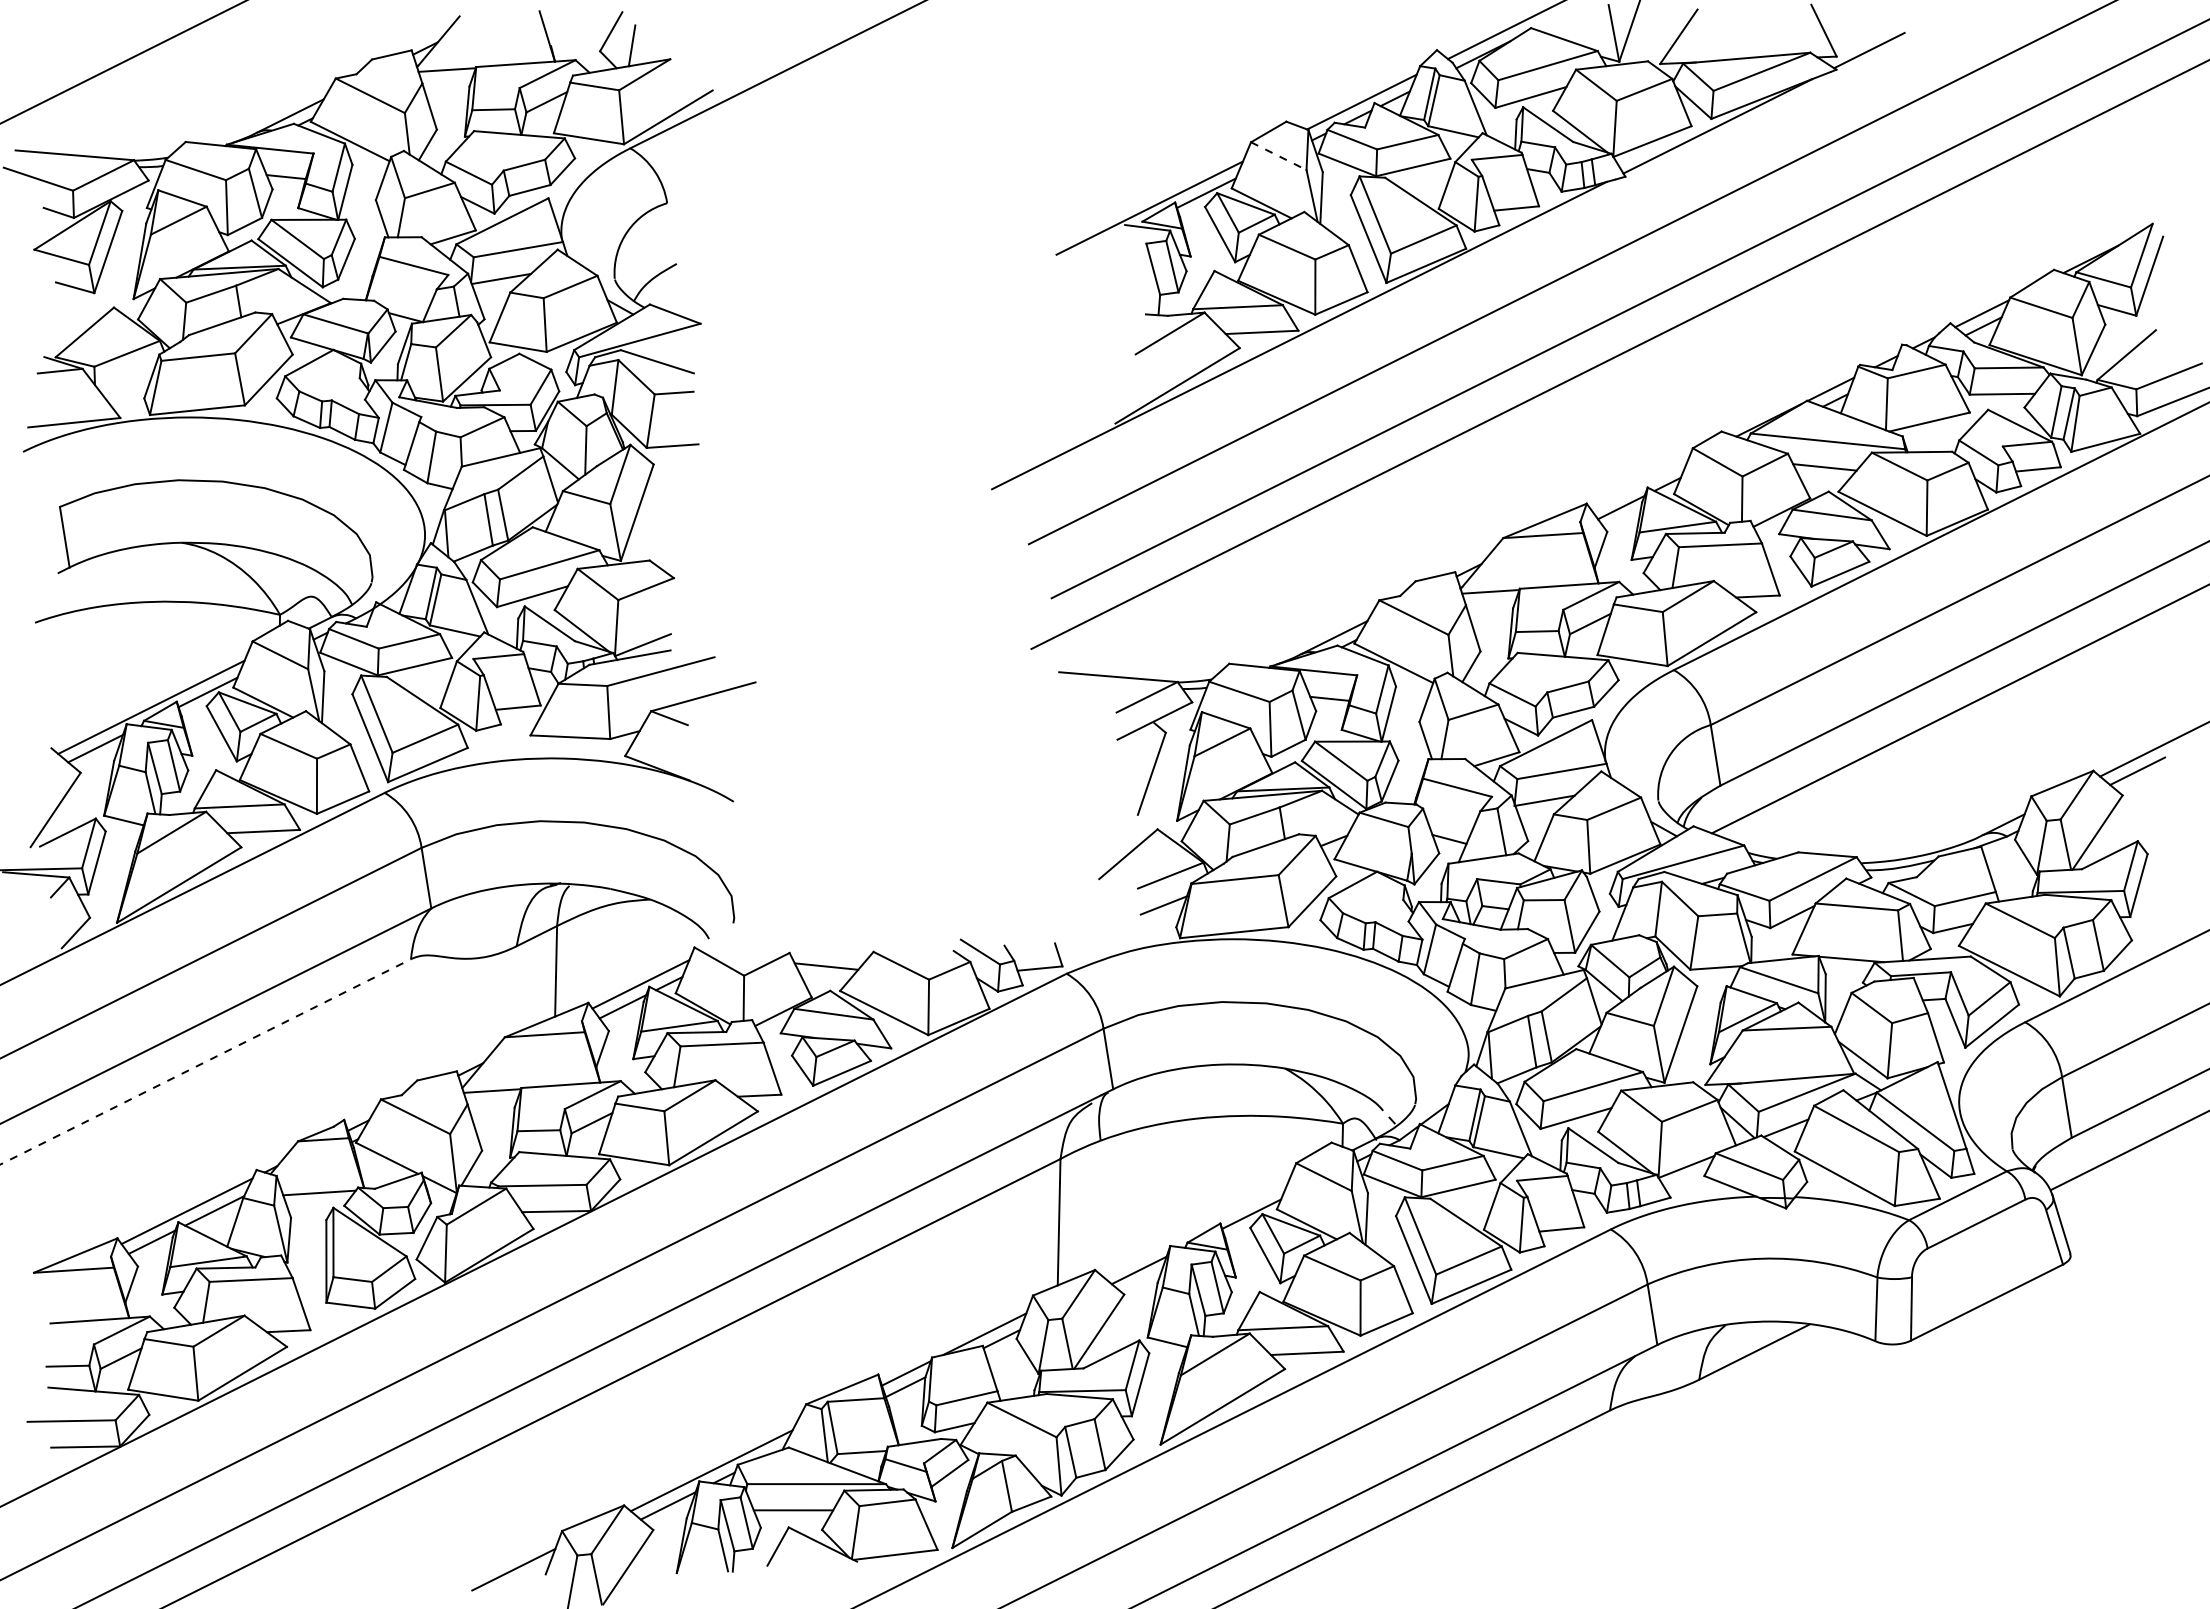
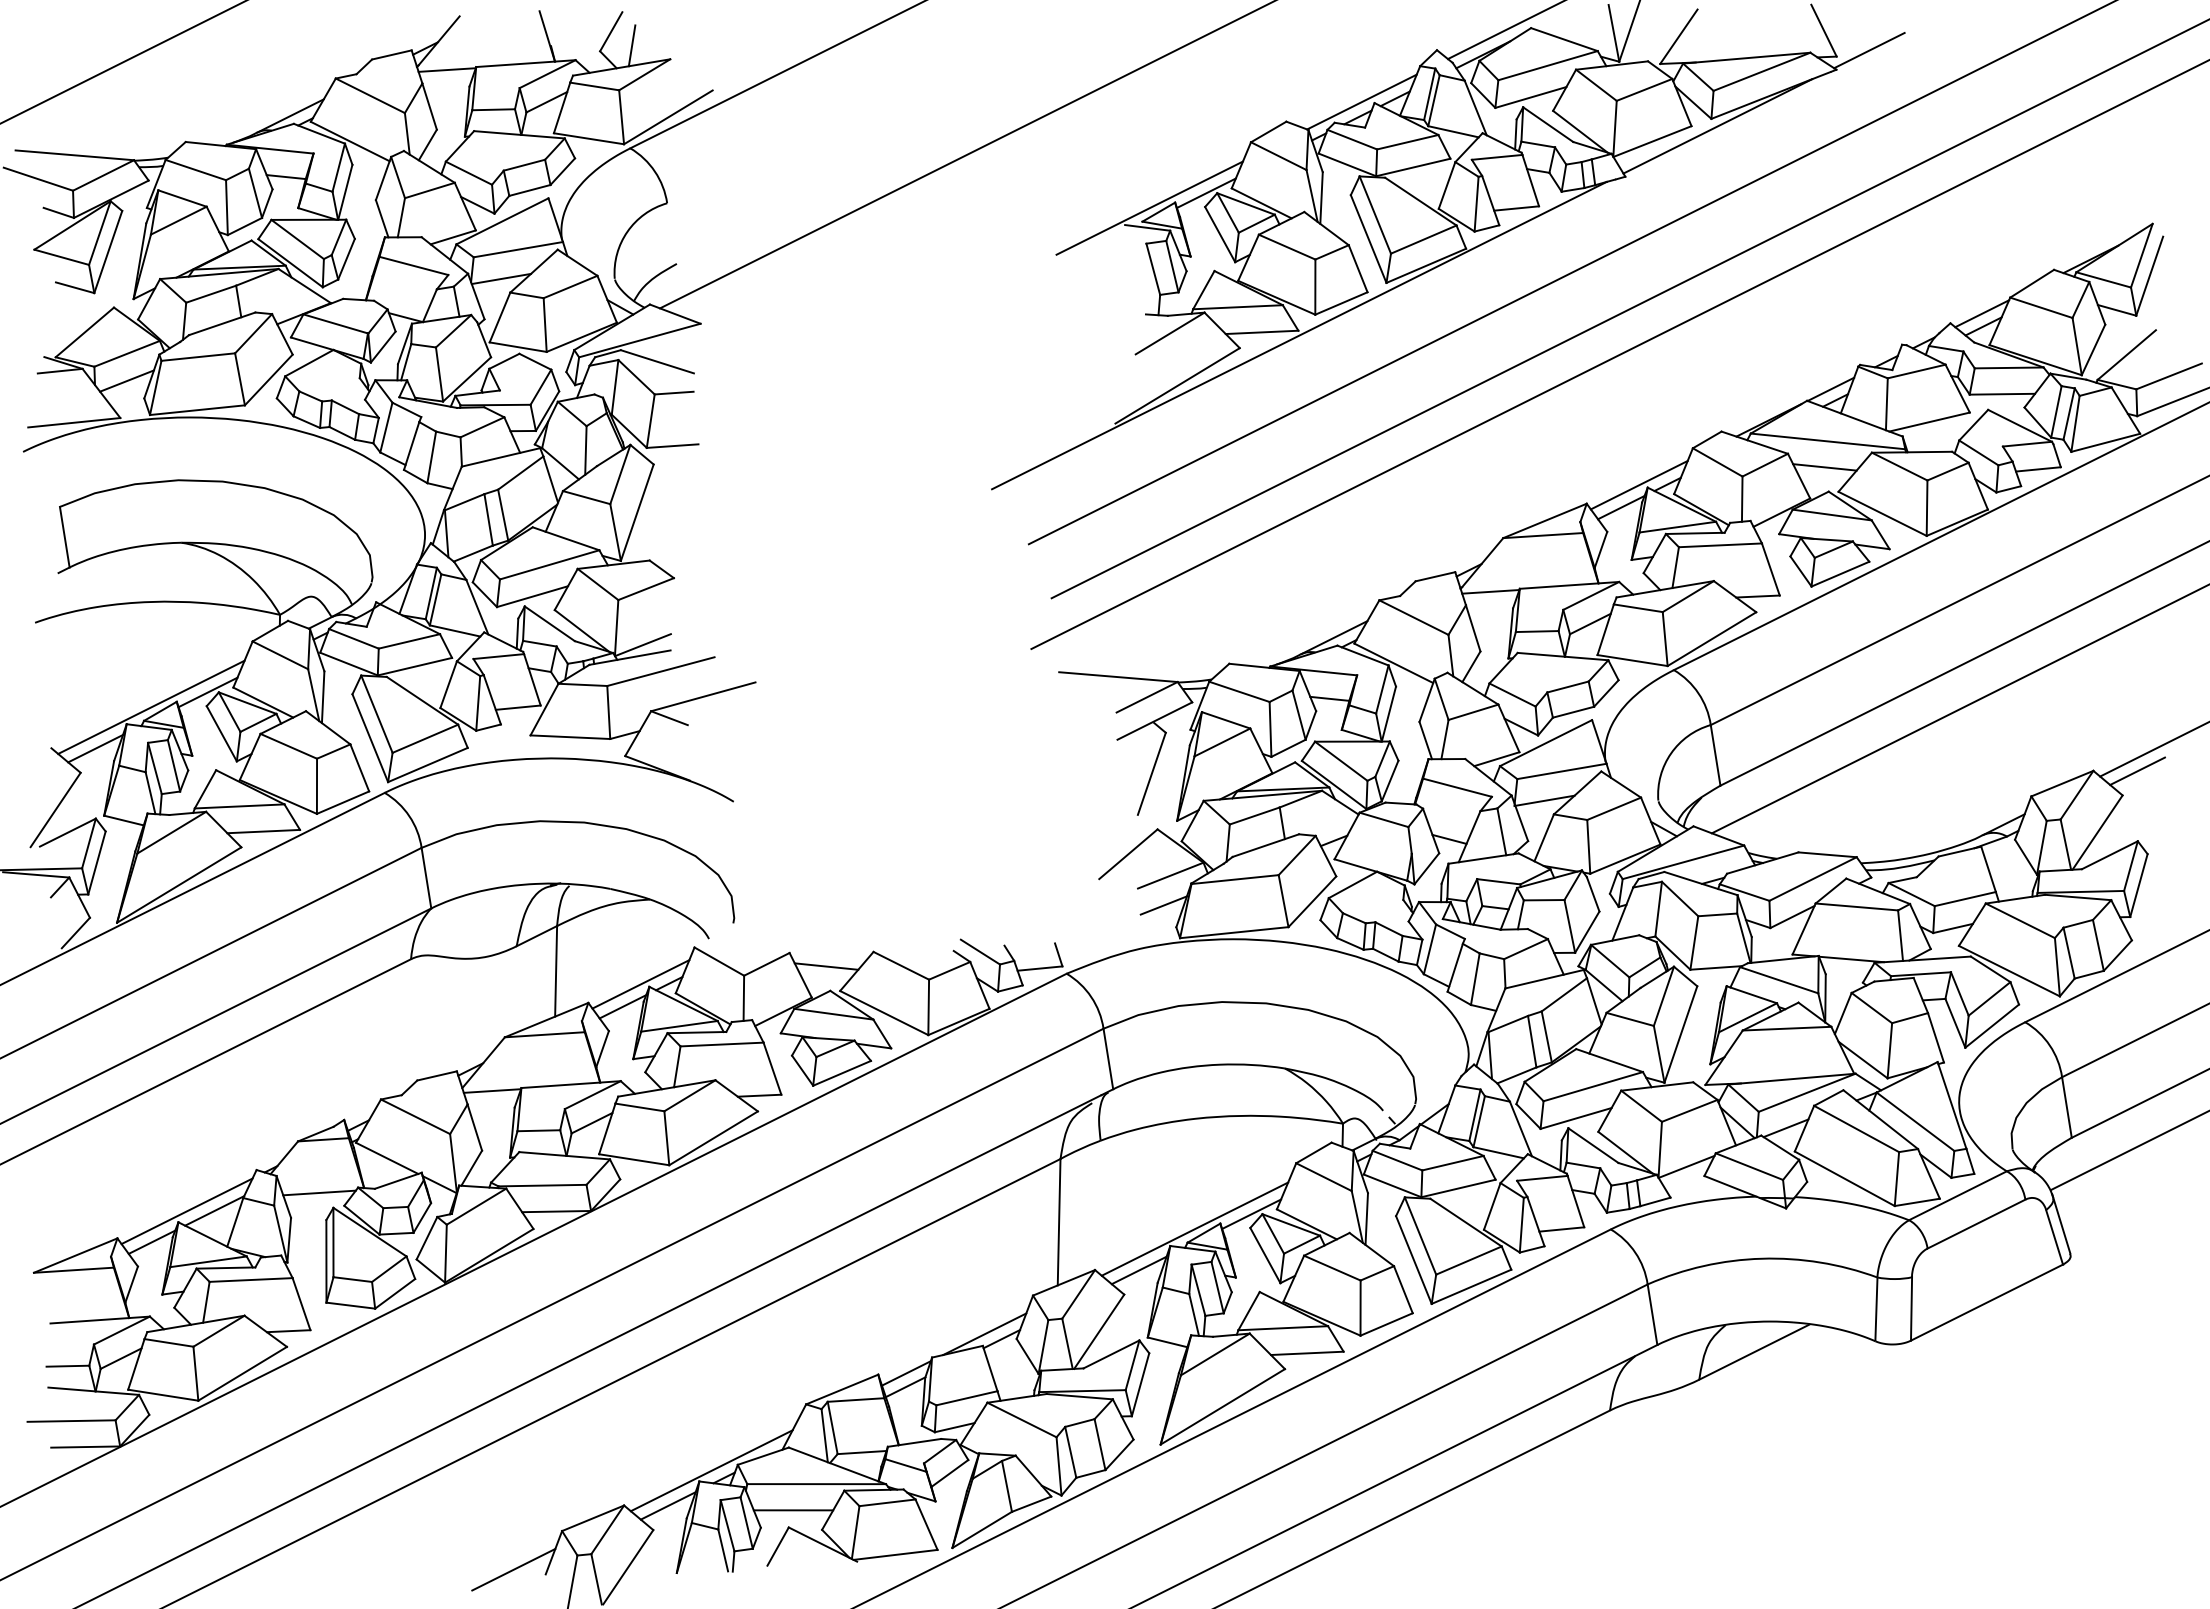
line at (966, 155): none -> present
line at (1279, 156): dashed -> solid
line at (126, 380): none -> present
line at (1638, 484): none -> present
line at (206, 1061): dashed -> solid
line at (1194, 1228): none -> present
